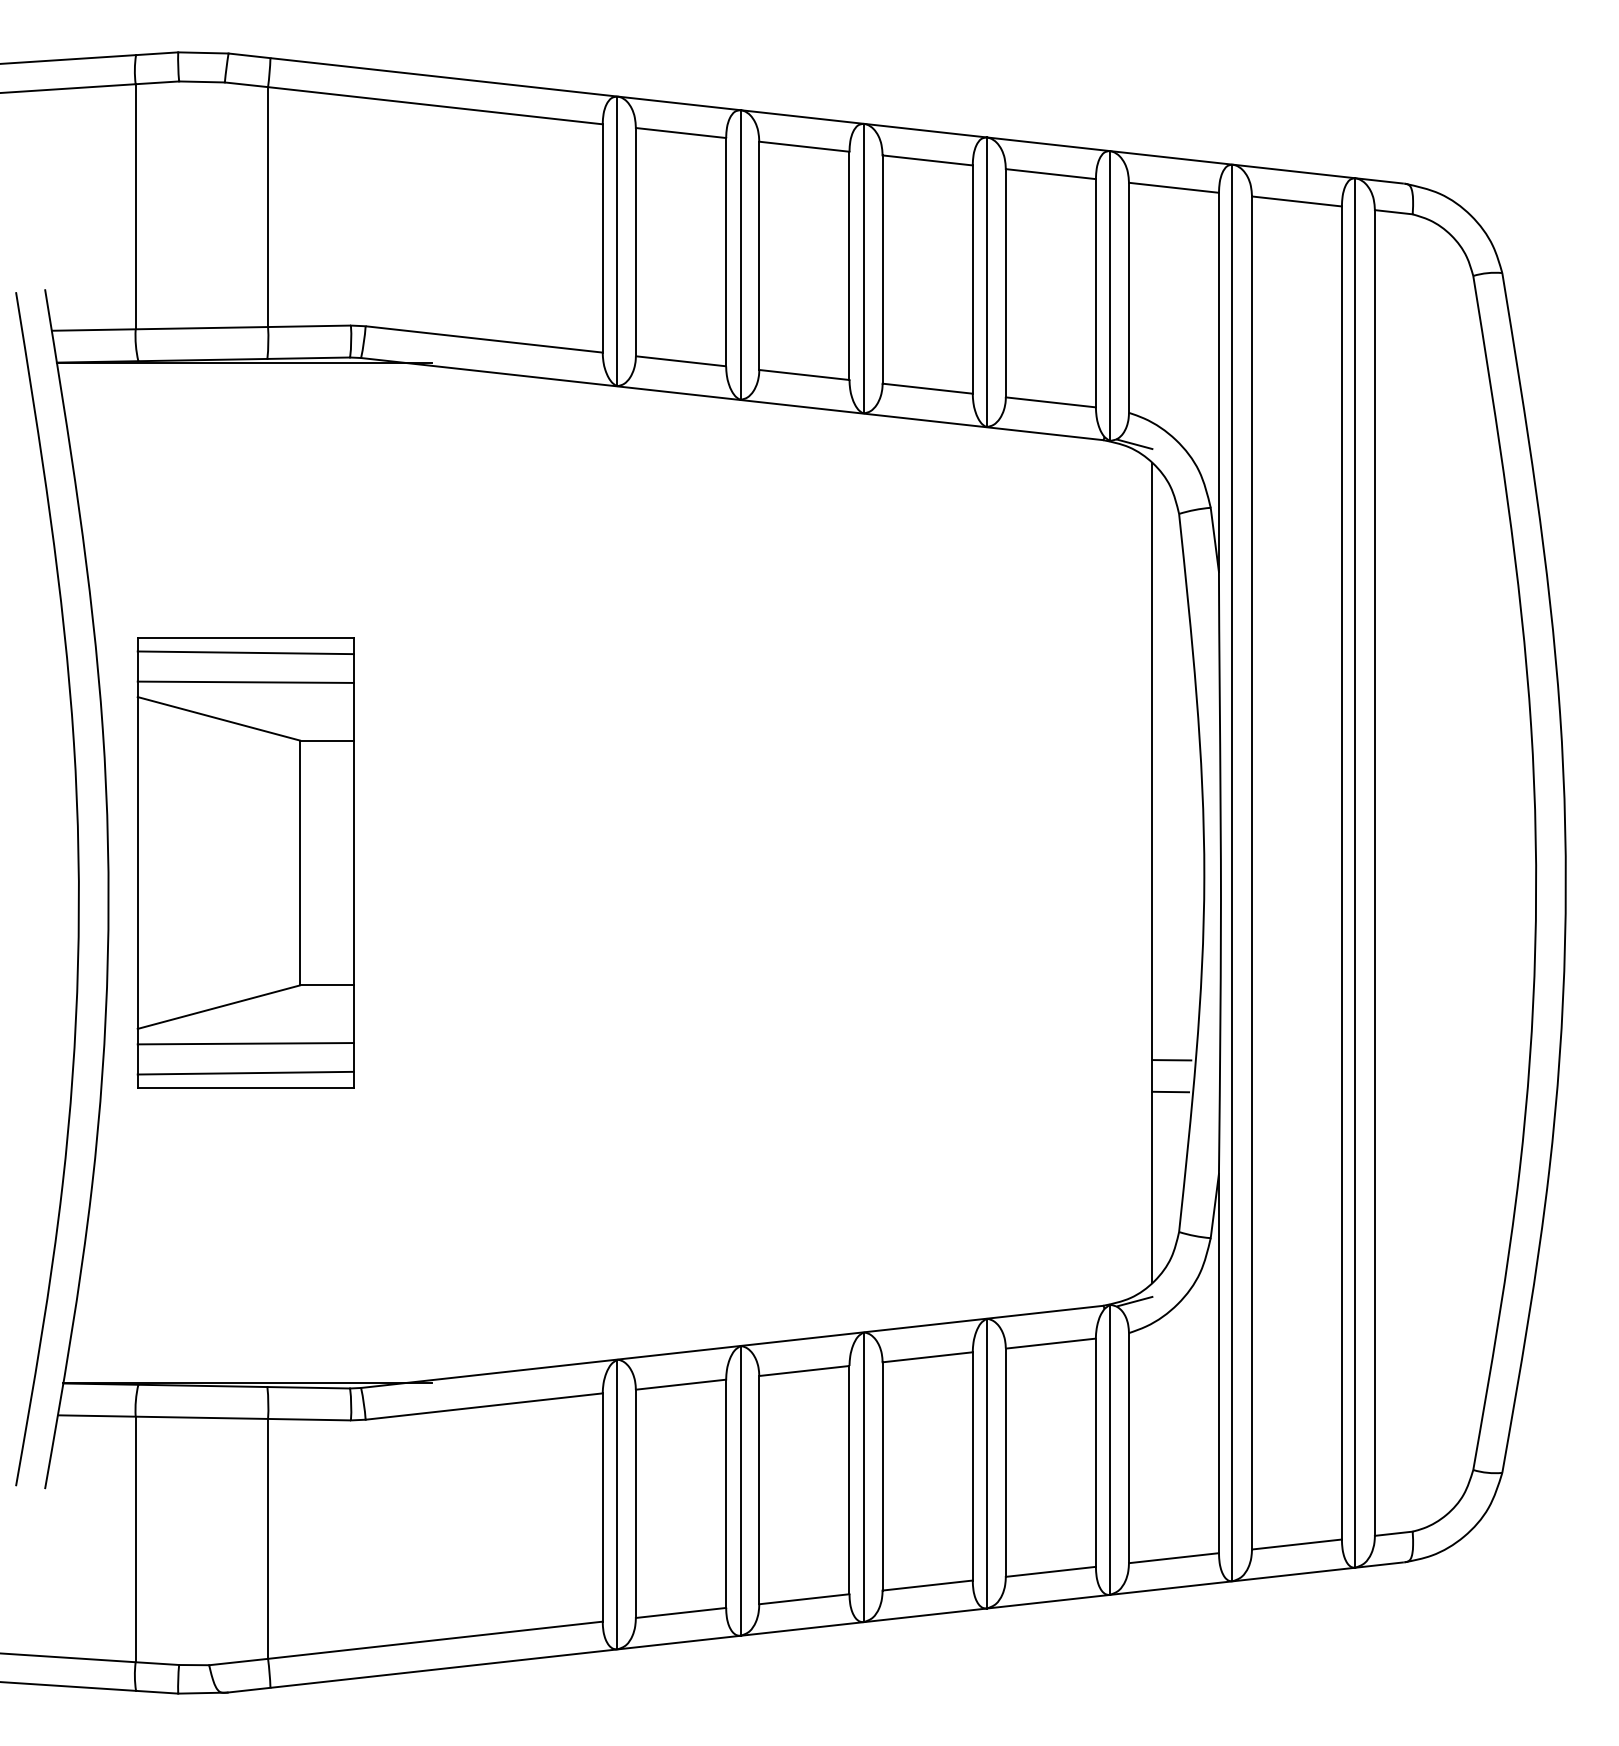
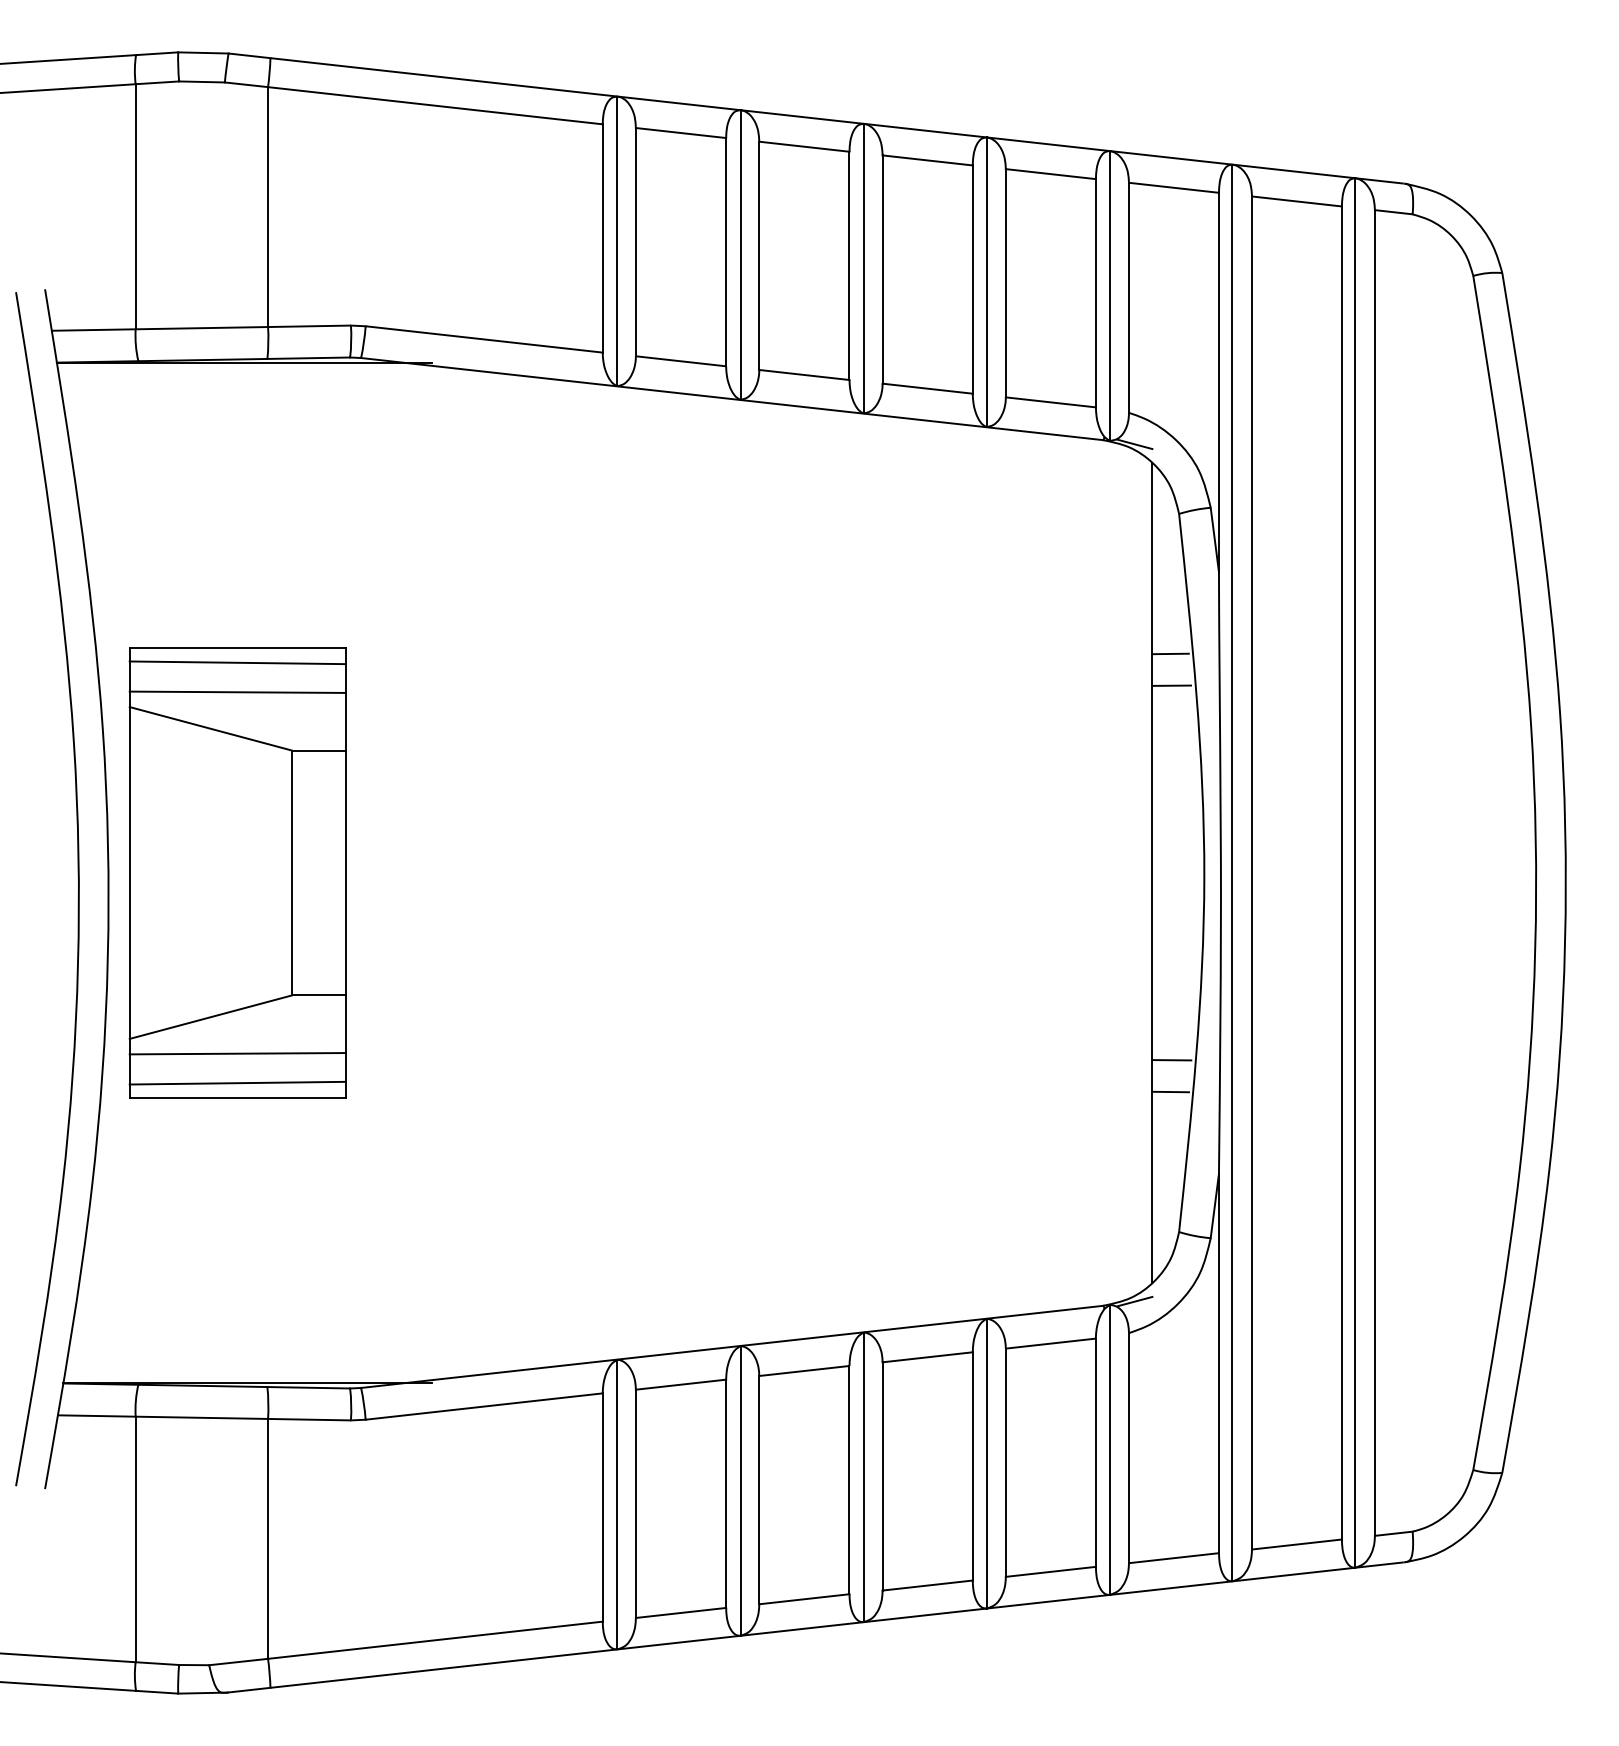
line at (1170, 653): none -> present
line at (1171, 685): none -> present
part at (245, 862) position: (245, 862) -> (237, 872)
